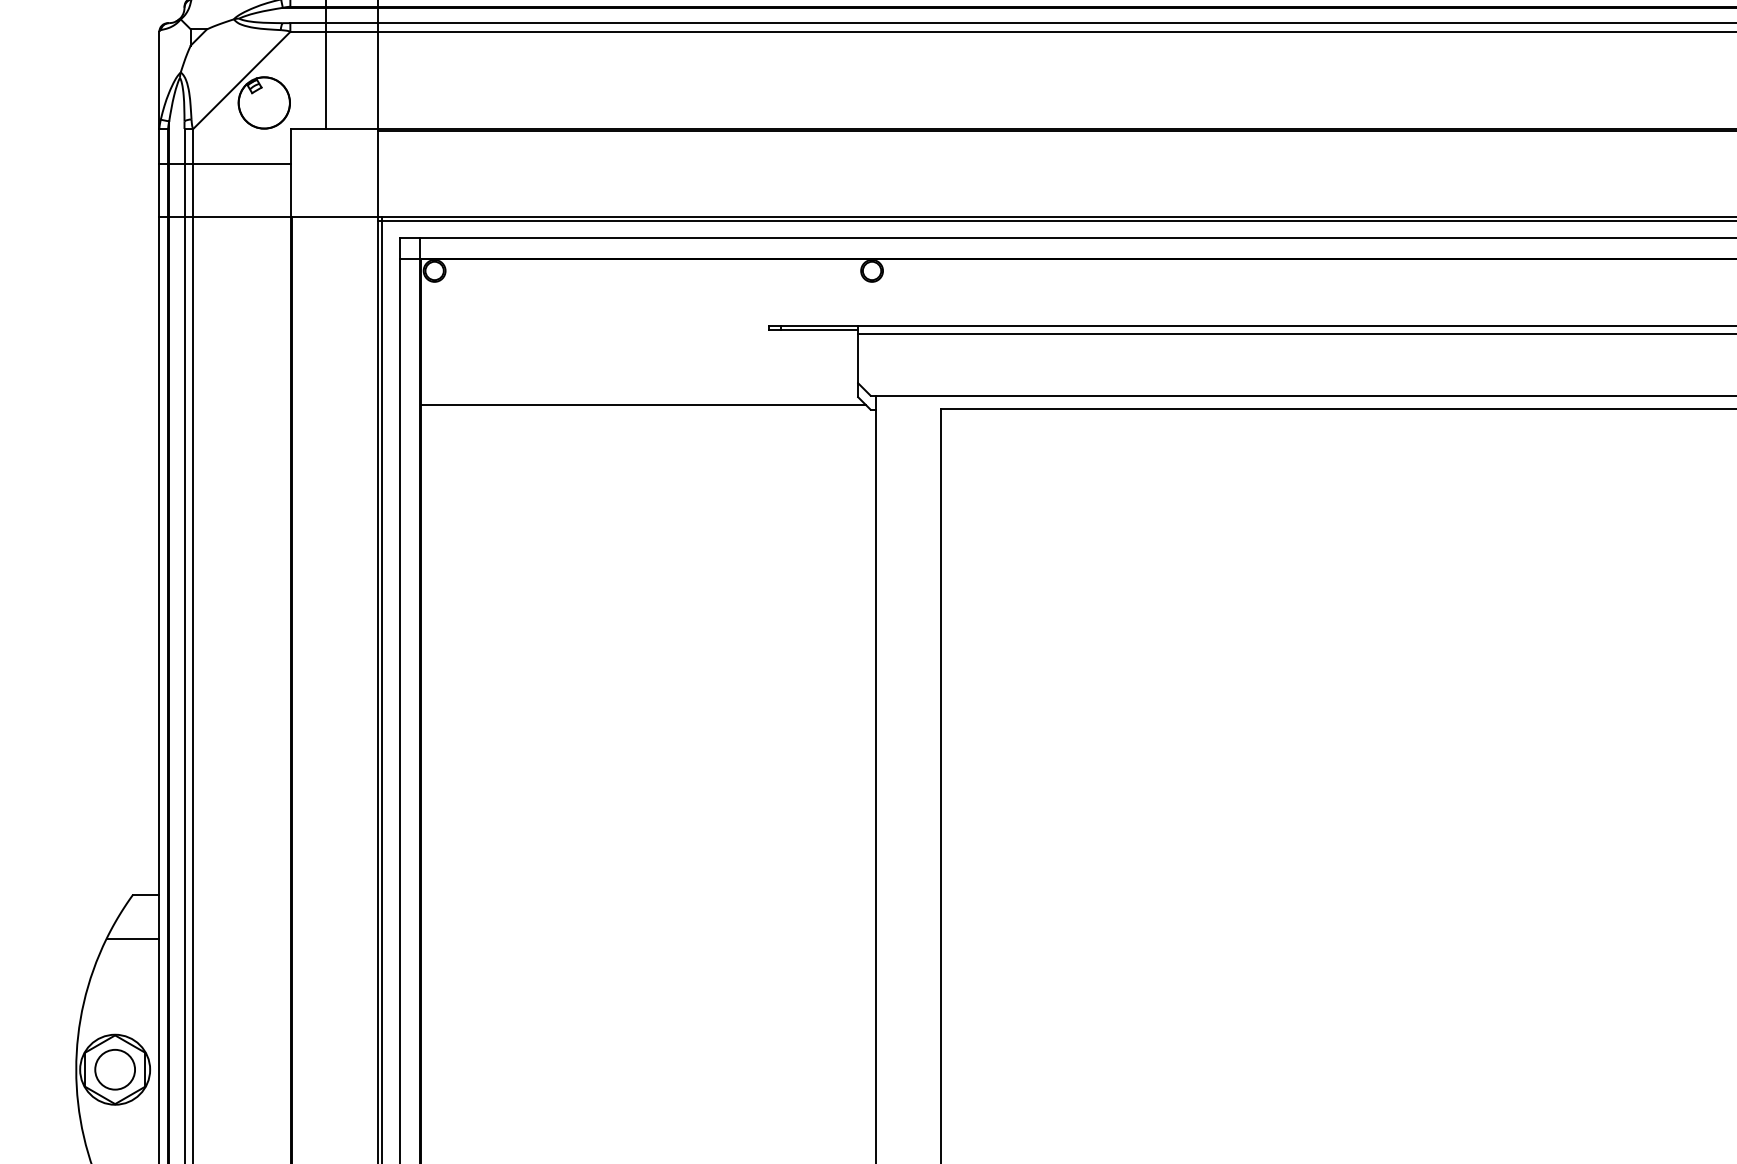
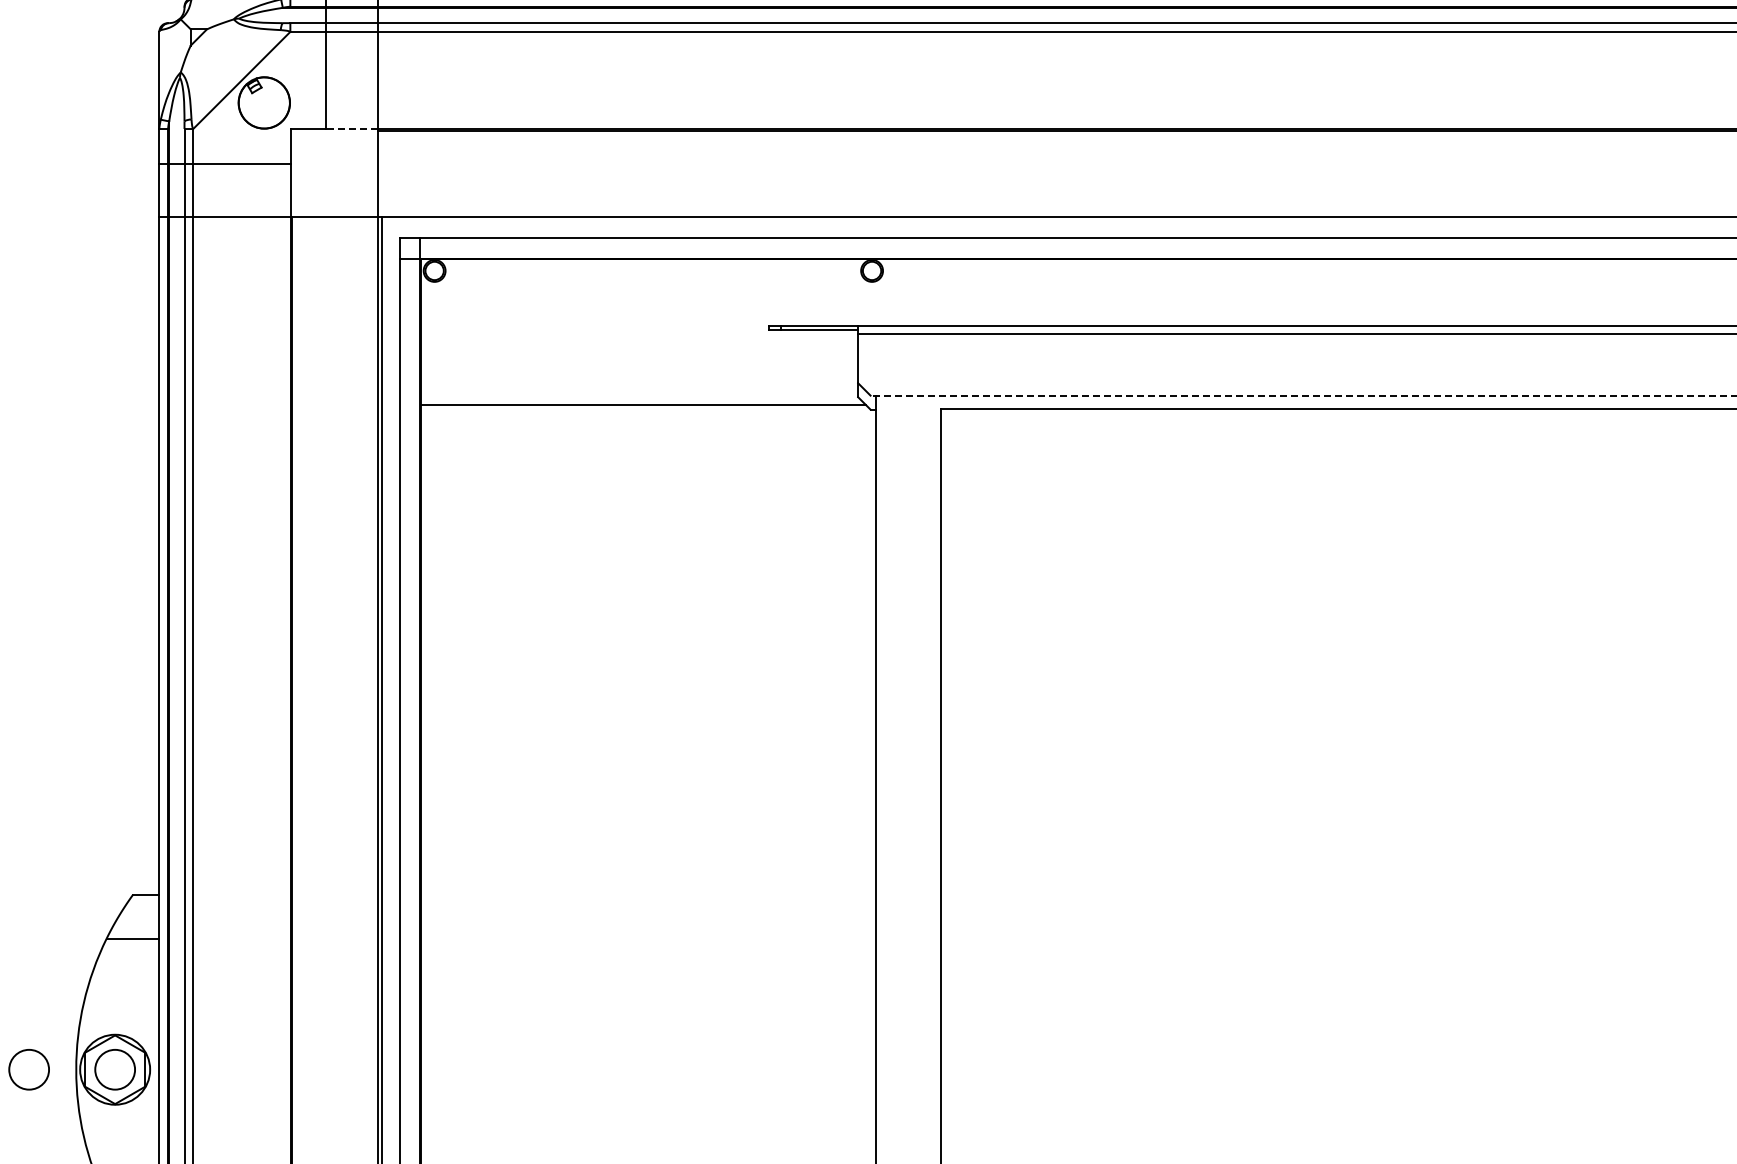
line at (351, 129): solid -> dashed
line at (1055, 221): present -> none
line at (1303, 395): solid -> dashed
circle at (28, 1069): none -> present
